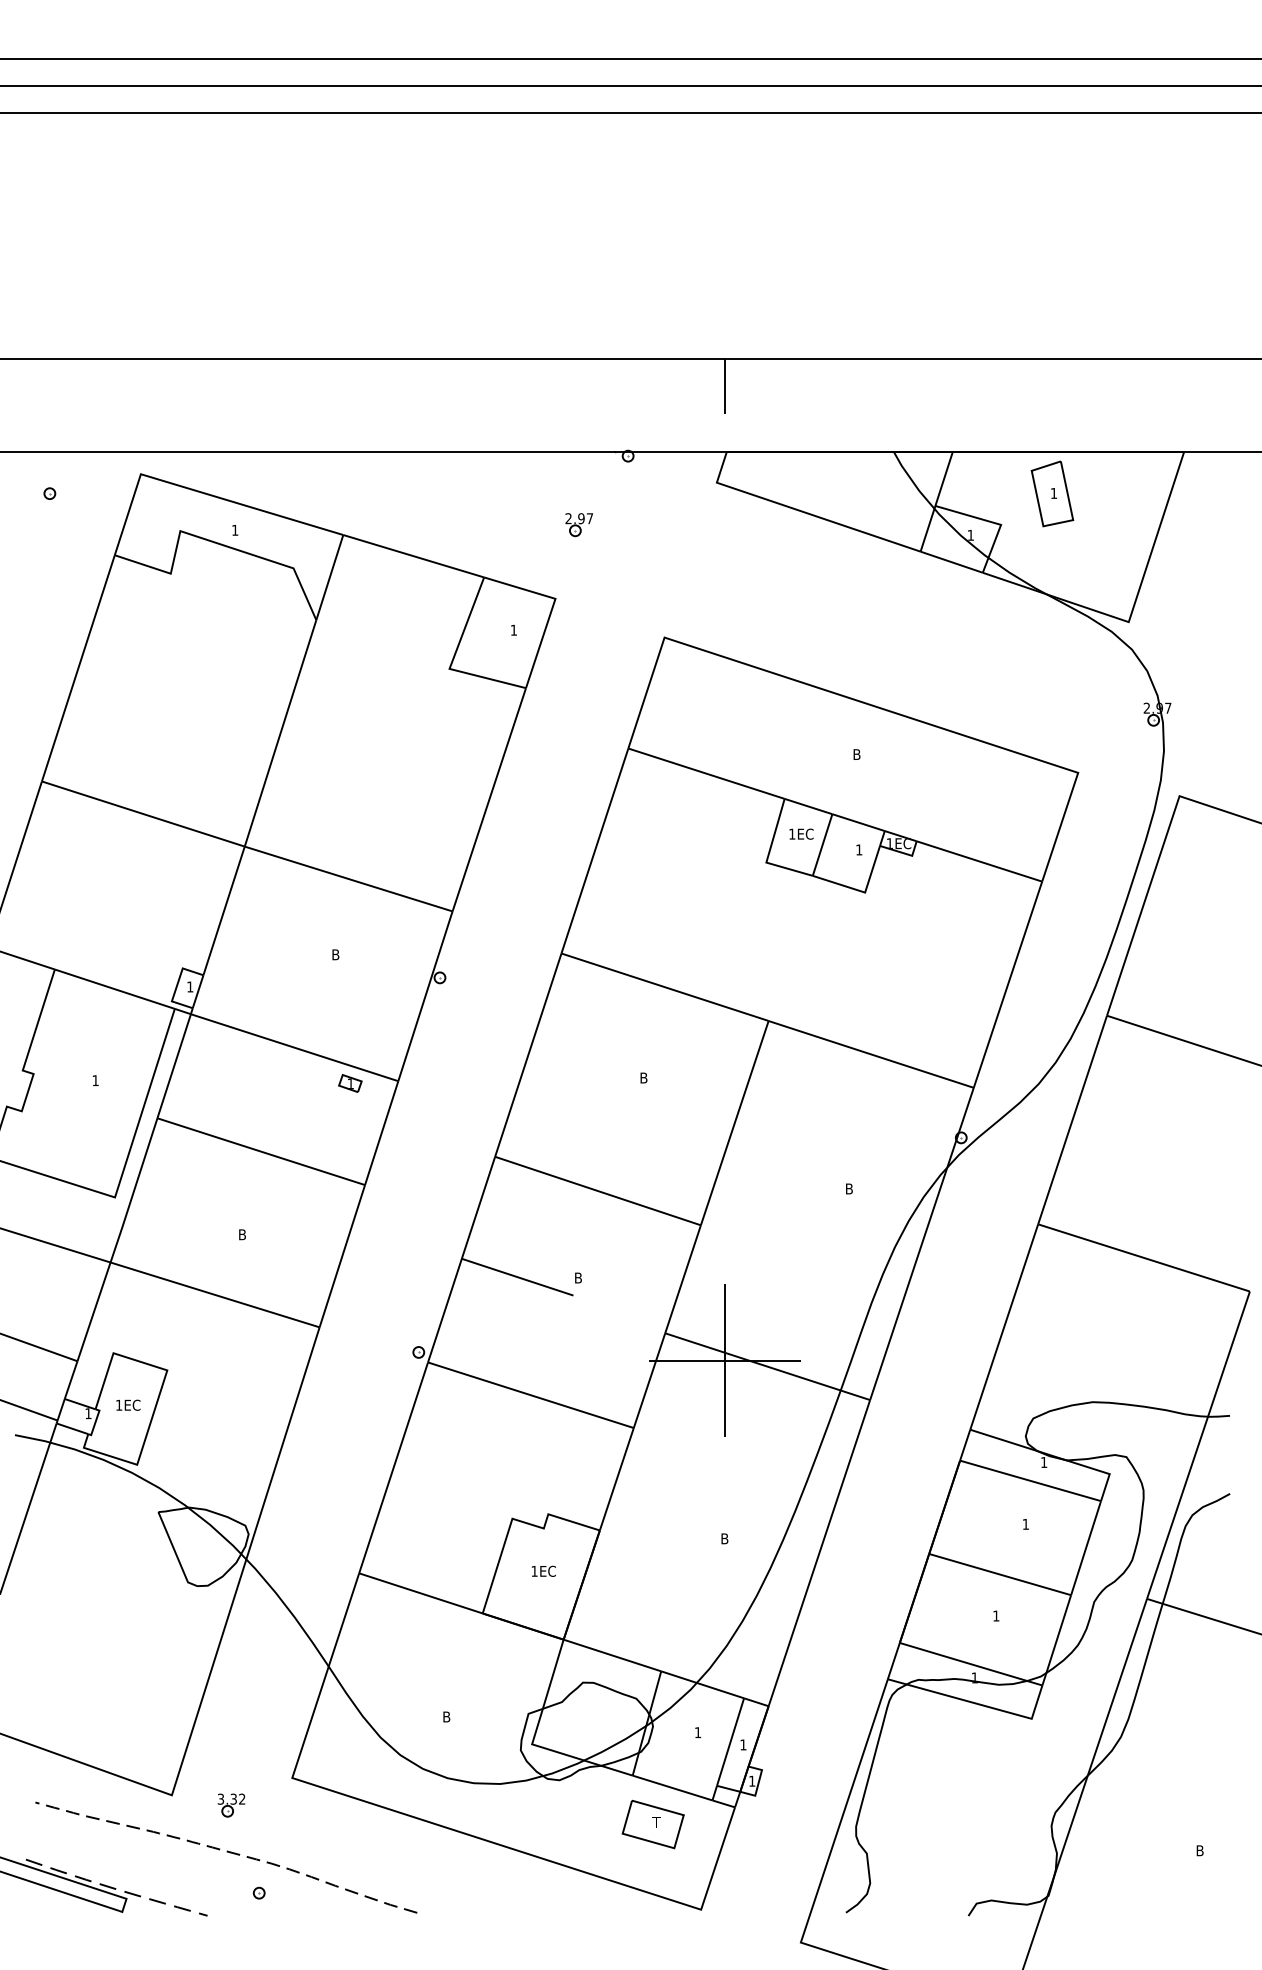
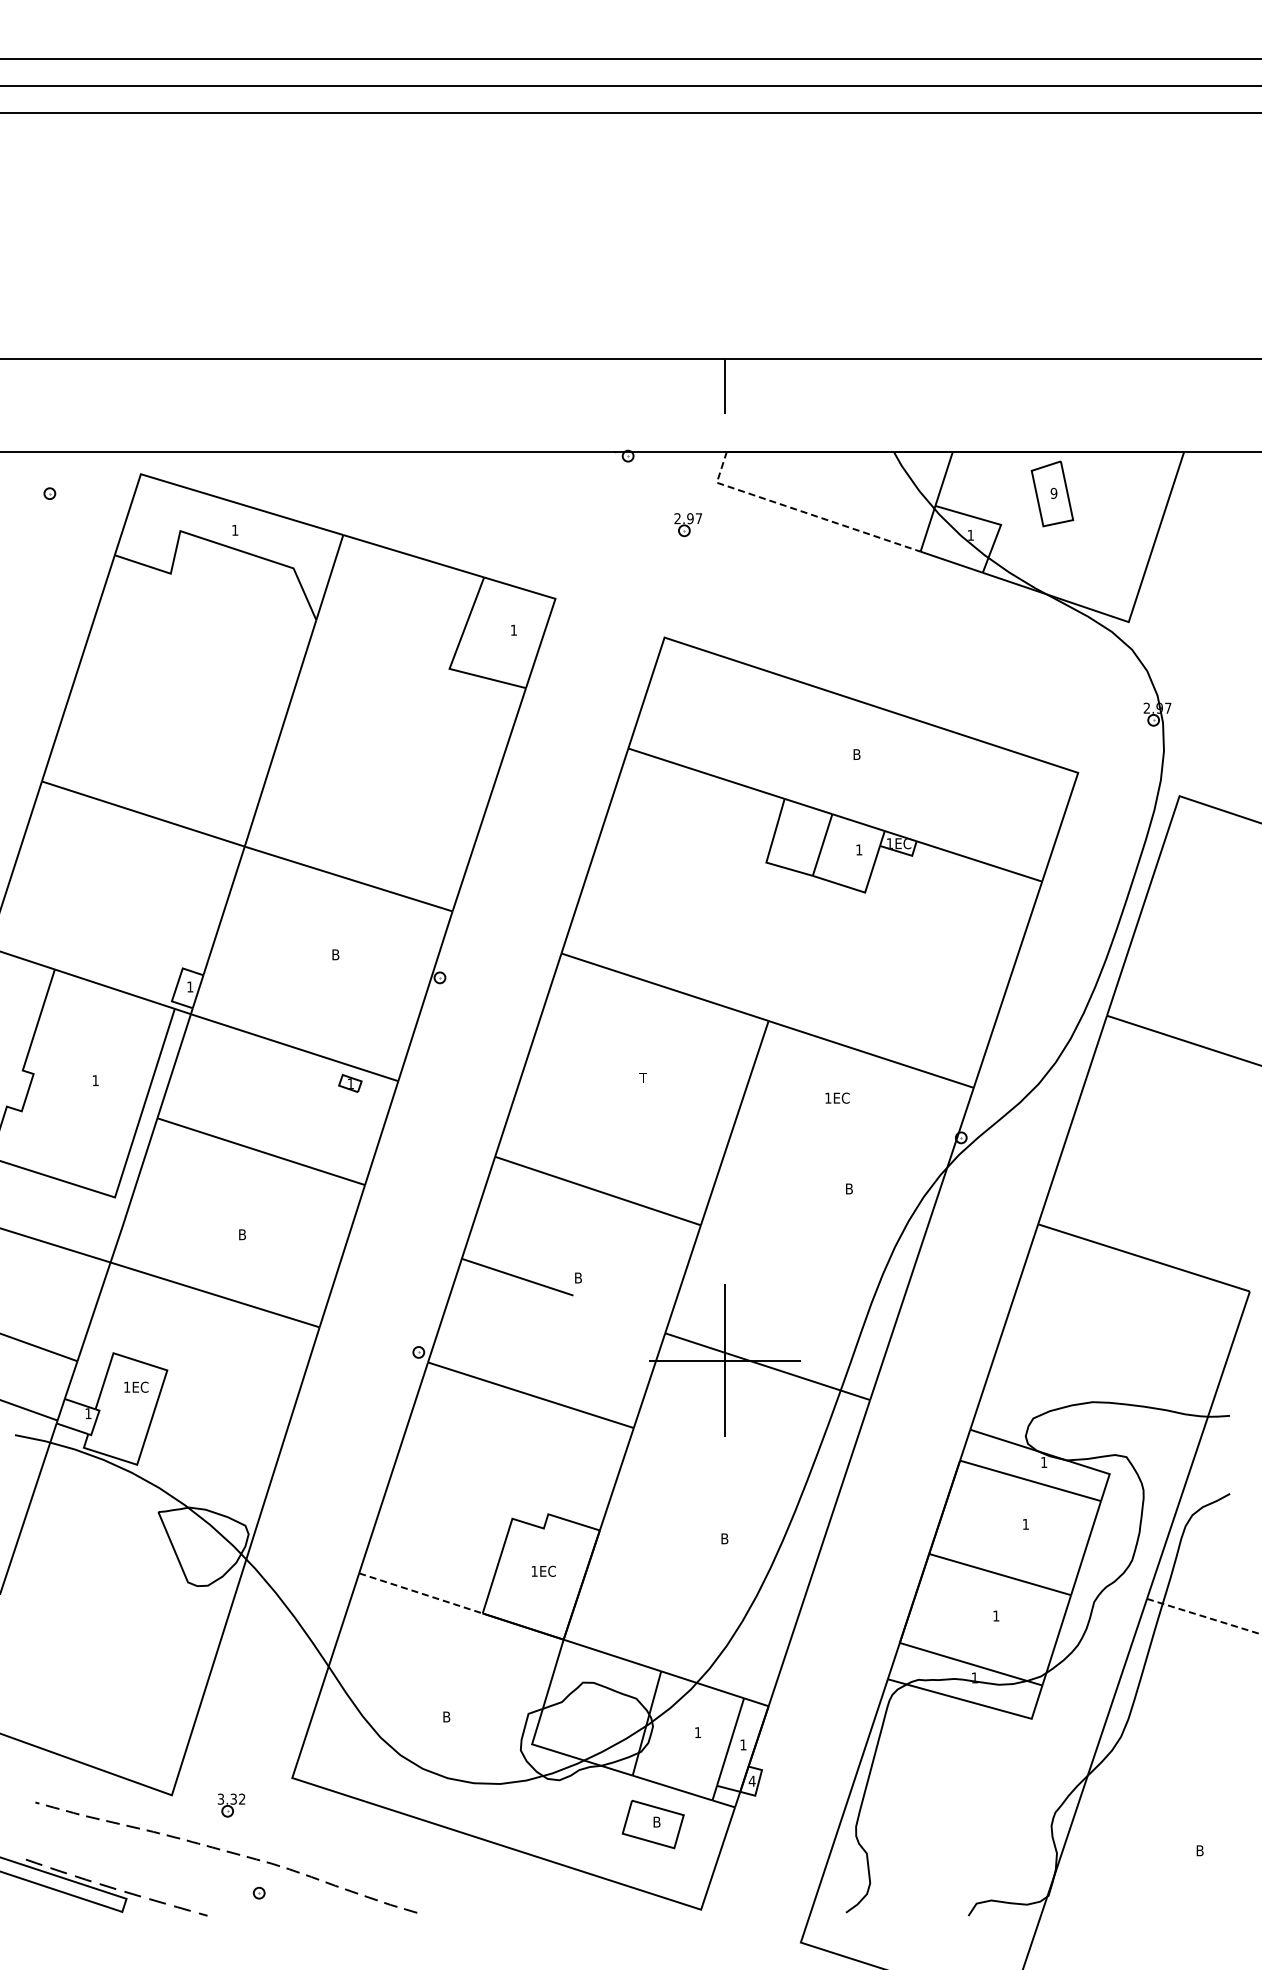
text at (1053, 492): 1 -> 9
line at (802, 511): solid -> dashed
part at (578, 525) position: (578, 525) -> (687, 525)
text at (801, 833) position: (801, 833) -> (837, 1097)
text at (643, 1077): B -> T
text at (128, 1404) position: (128, 1404) -> (136, 1386)
line at (420, 1593): solid -> dashed
line at (1203, 1616): solid -> dashed
text at (751, 1780): 1 -> 4
text at (656, 1821): T -> B
